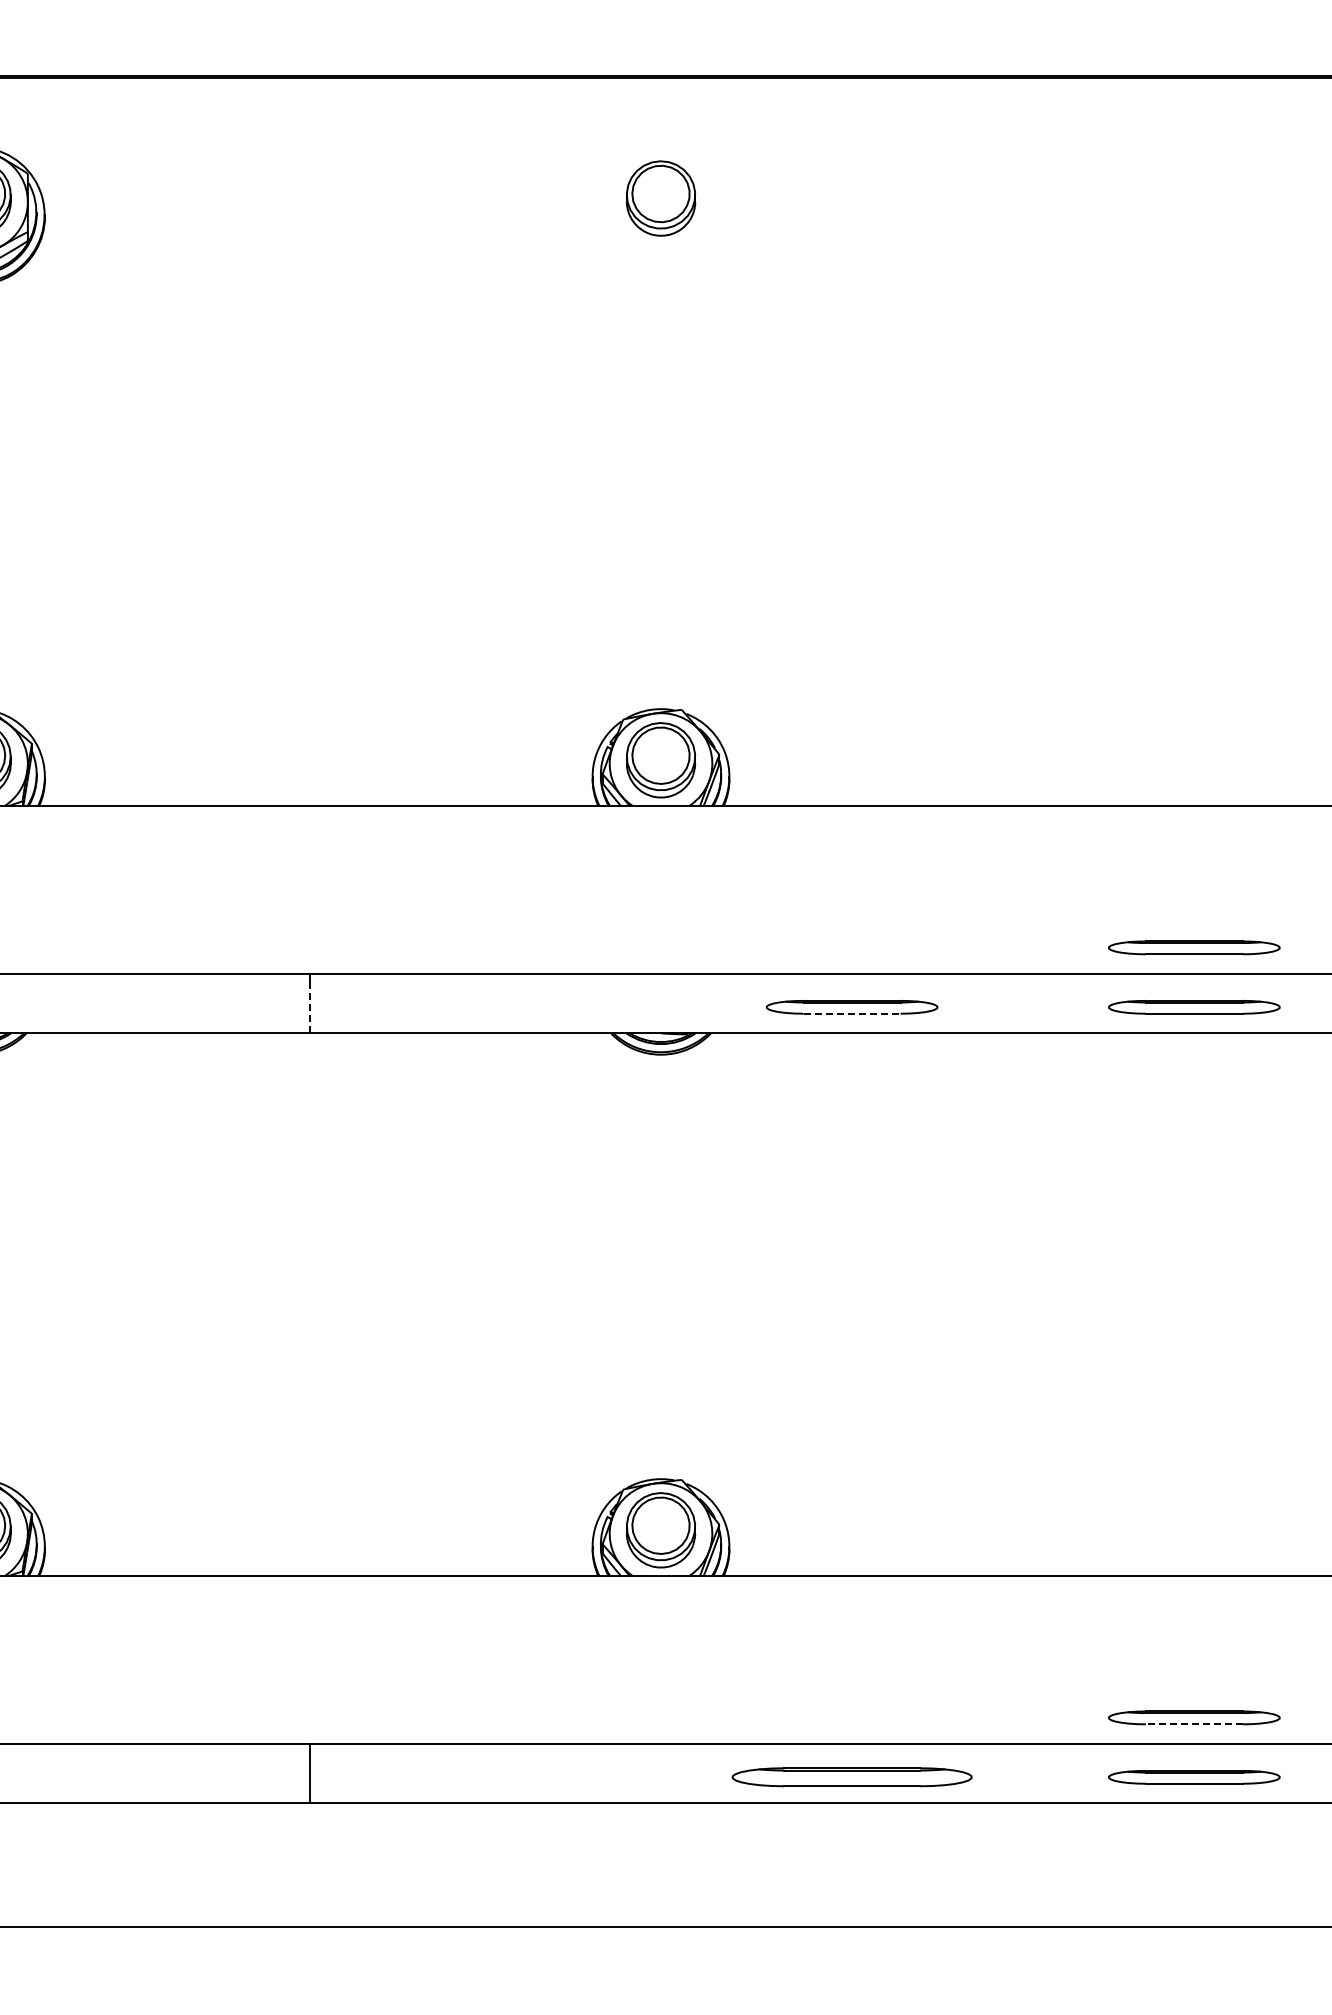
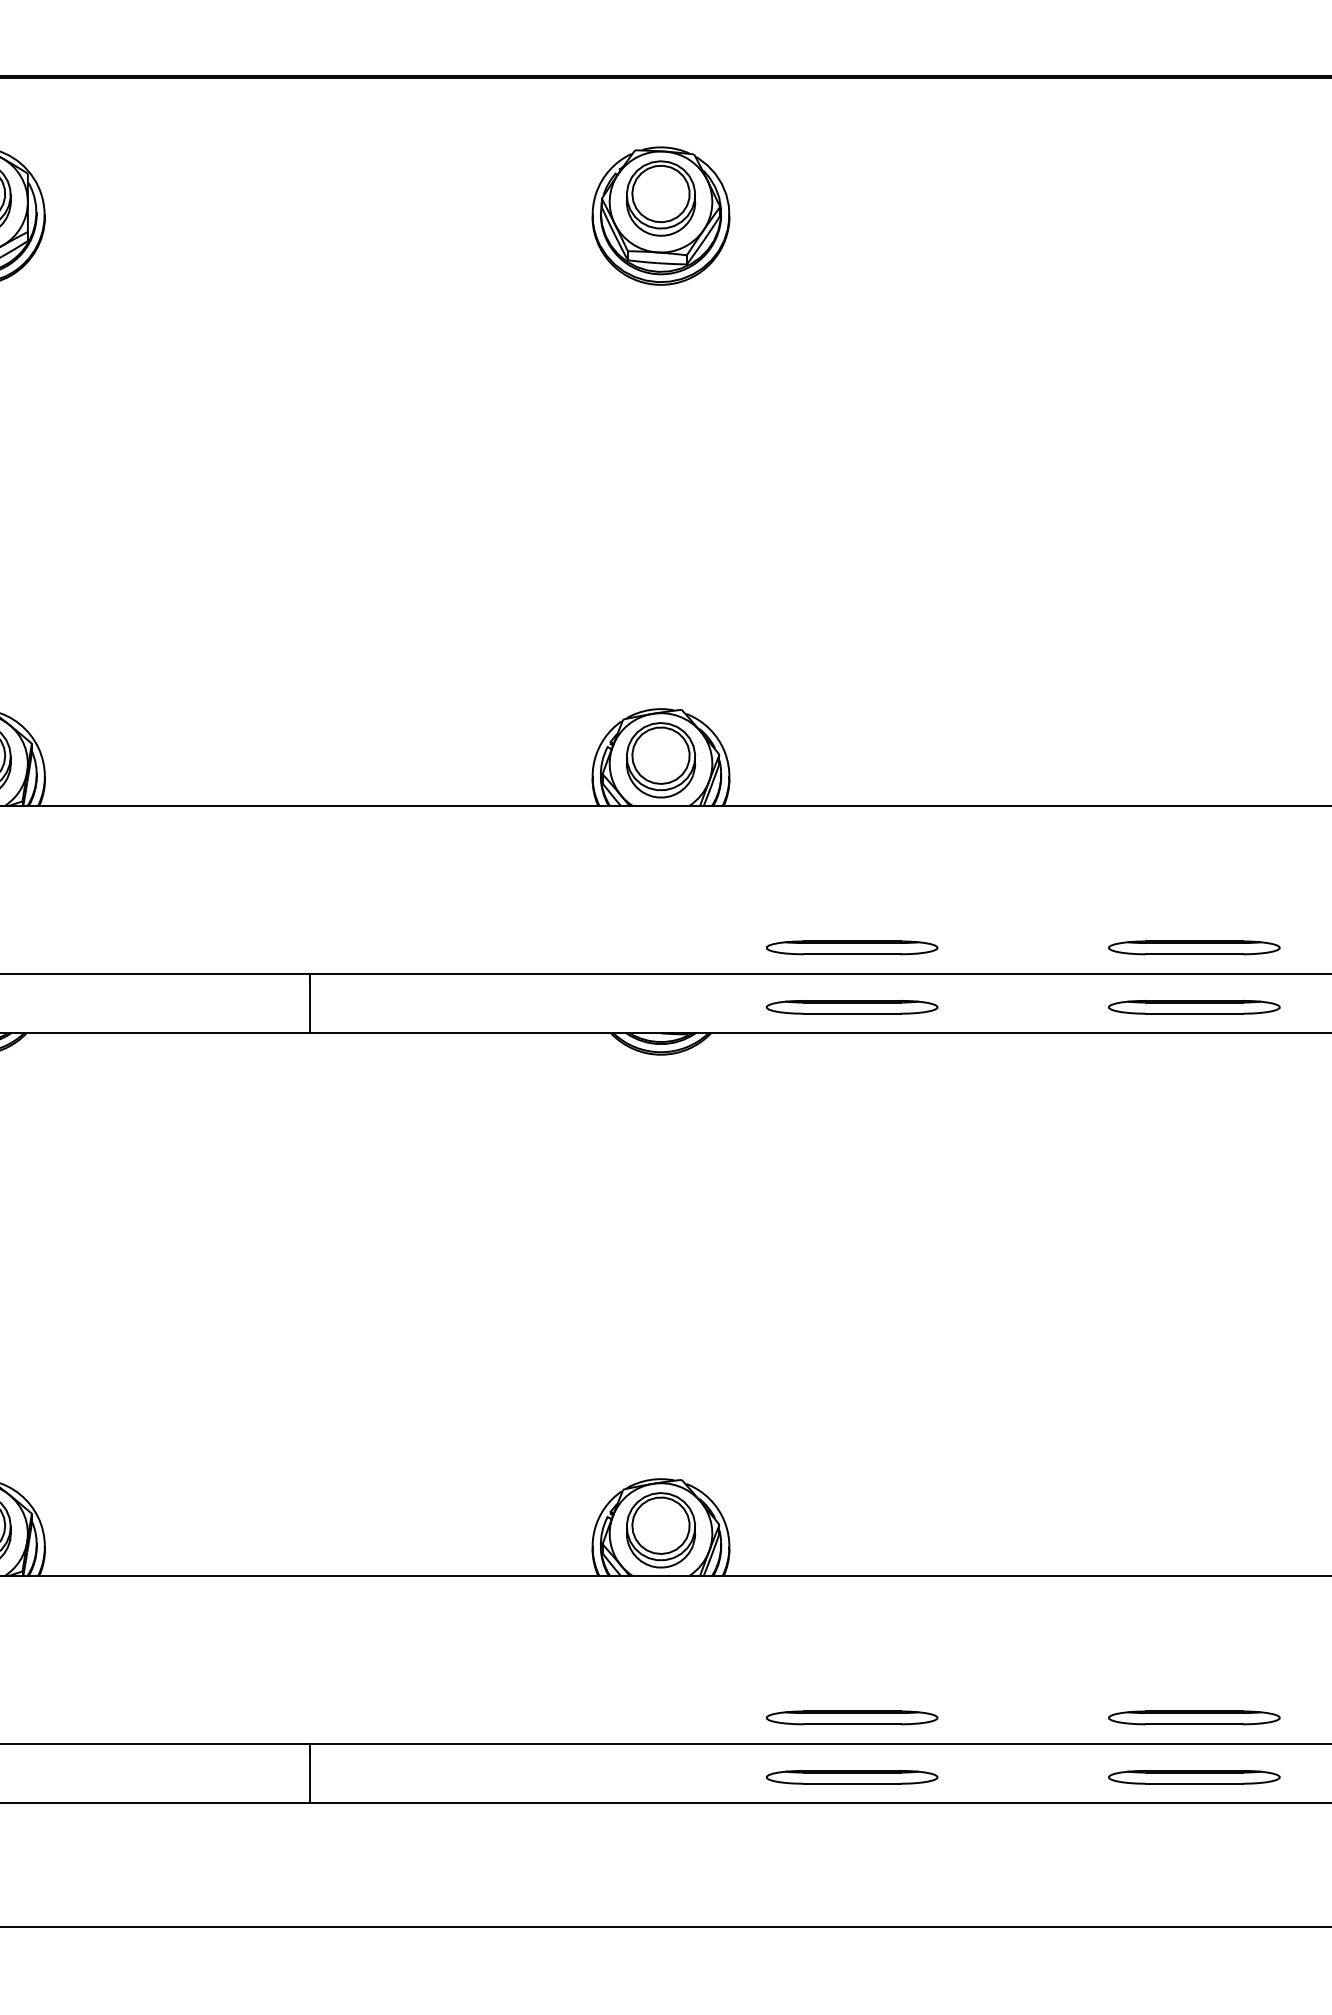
part at (660, 215): none -> present
part at (851, 947): none -> present
line at (310, 1007): dashed -> solid
line at (852, 1013): dashed -> solid
part at (851, 1717): none -> present
line at (1193, 1724): dashed -> solid
part at (851, 1777) size: 242x21 px -> 174x15 px
